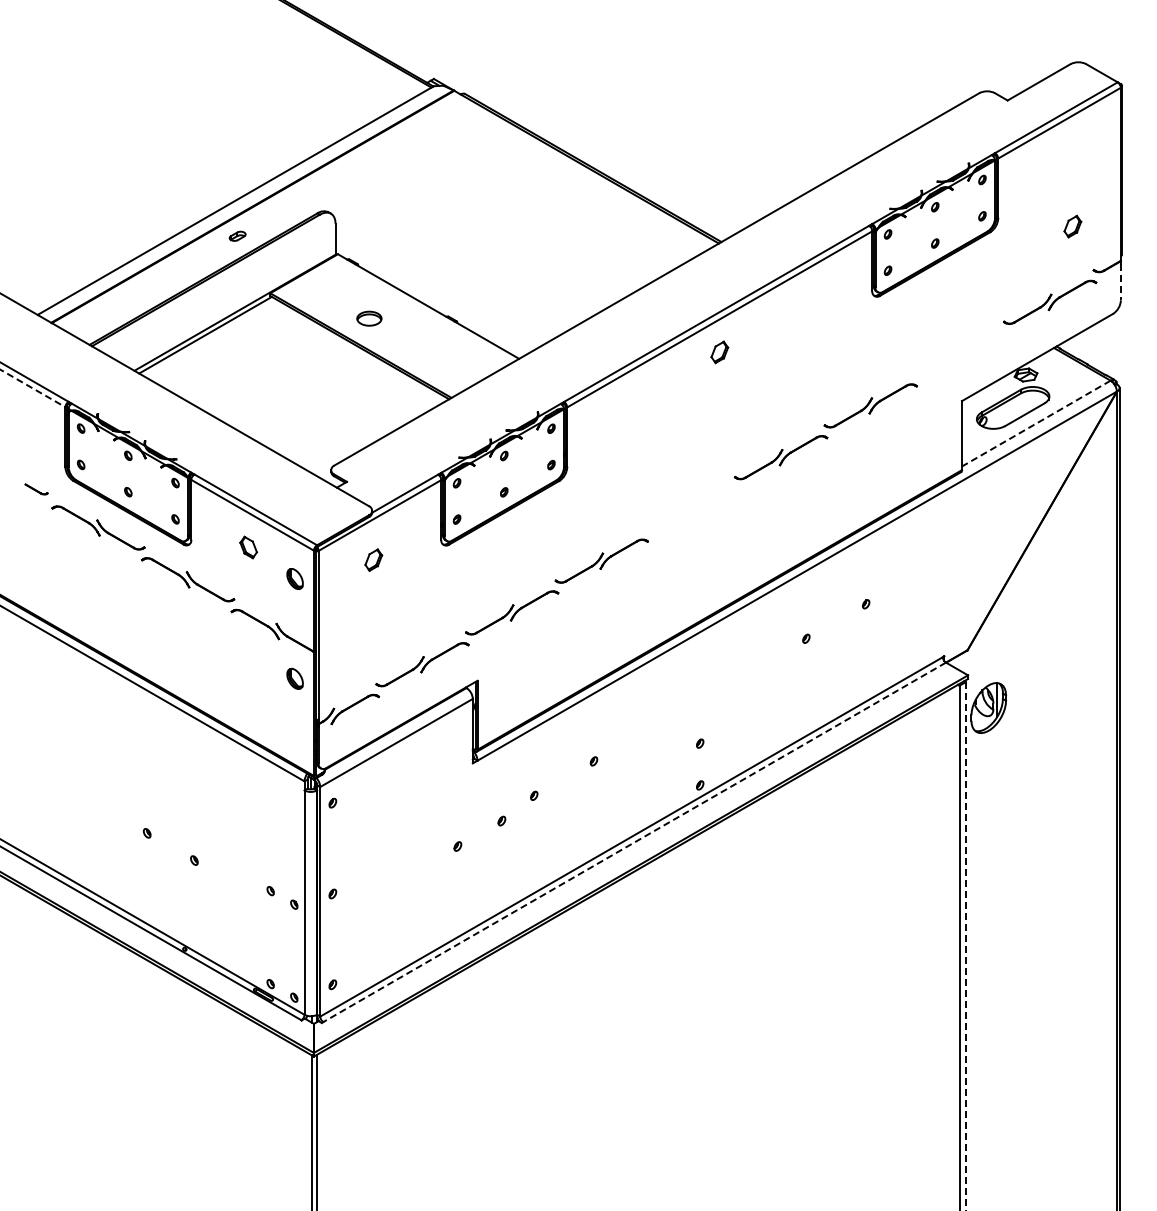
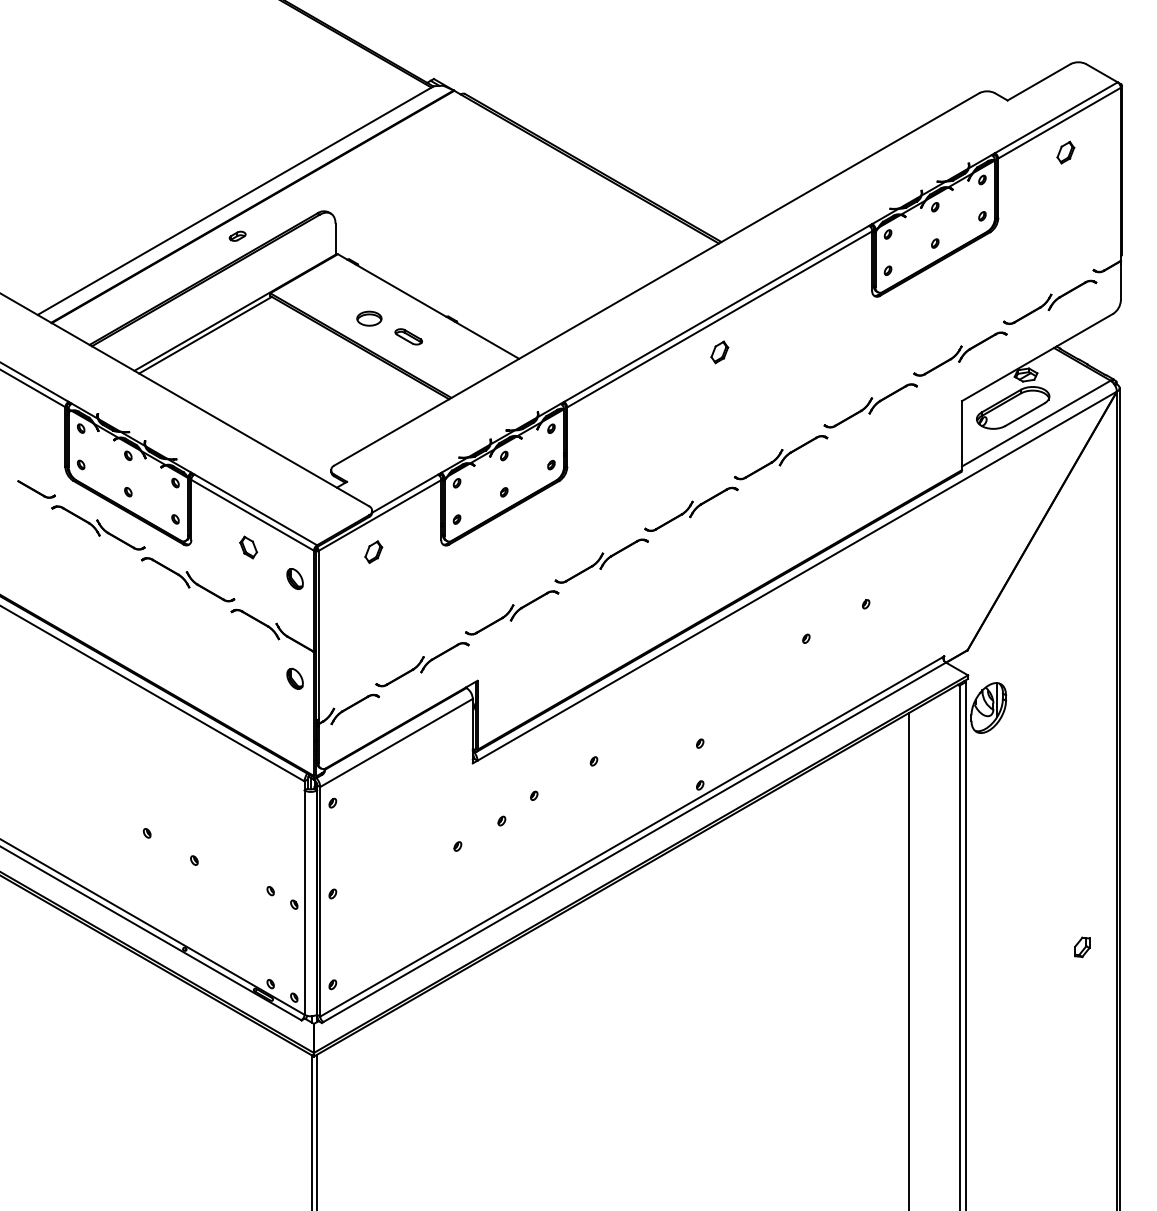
part at (1072, 226) position: (1072, 226) -> (1065, 152)
line at (1120, 282): dashed -> solid
part at (408, 336): none -> present
part at (960, 353): none -> present
line at (33, 388): dashed -> solid
line at (1036, 423): dashed -> solid
part at (36, 489) size: 25x13 px -> 39x19 px
part at (691, 508): none -> present
part at (373, 559) position: (373, 559) -> (373, 551)
line at (634, 842): dashed -> solid
line at (965, 947): dashed -> solid
part at (1082, 947): none -> present
line at (909, 959): none -> present
